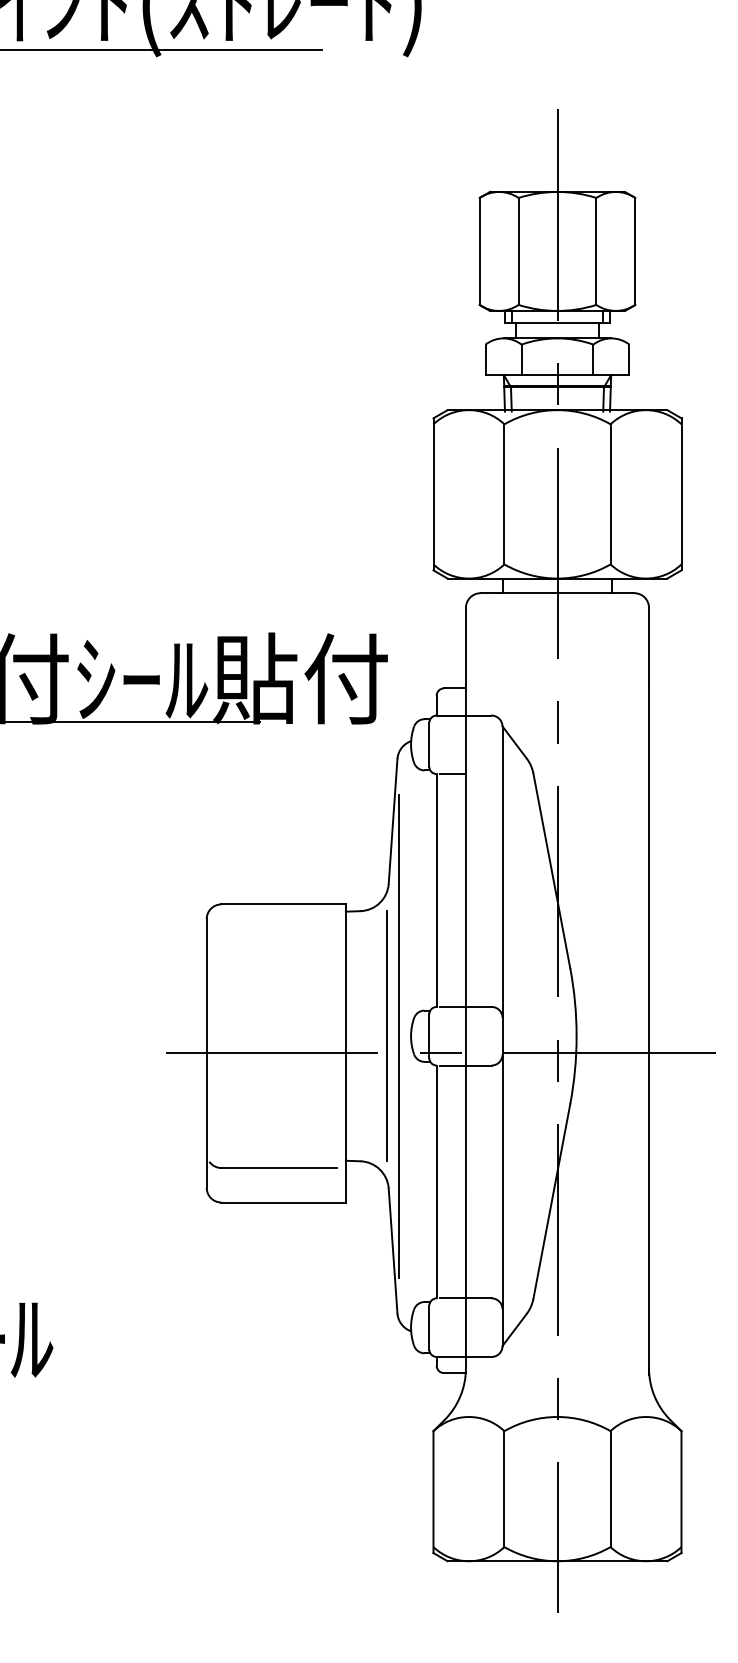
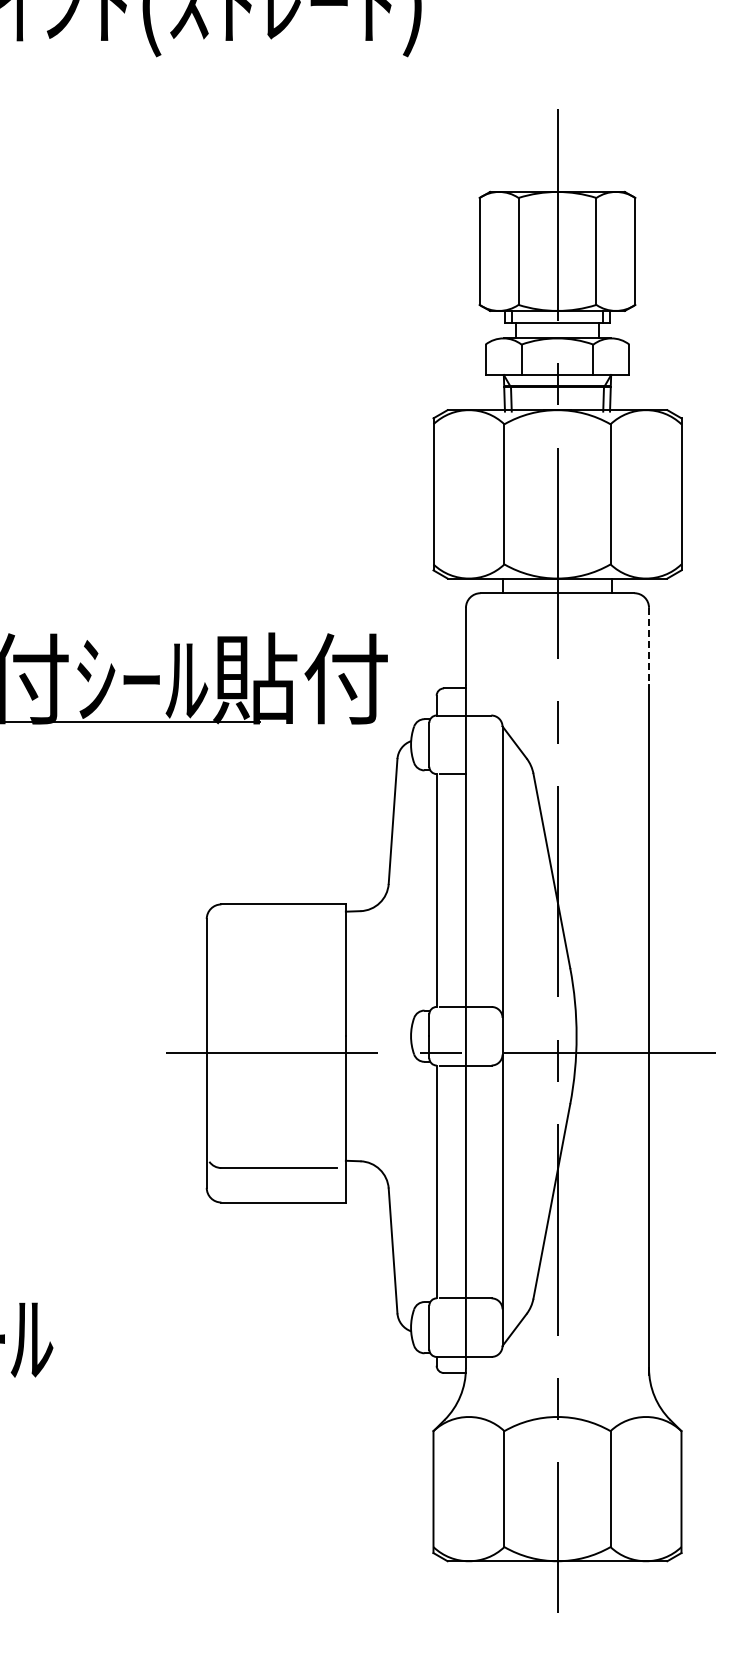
line at (162, 49): present -> none
line at (649, 646): solid -> dashed
line at (398, 1035): present -> none
line at (386, 1036): present -> none
